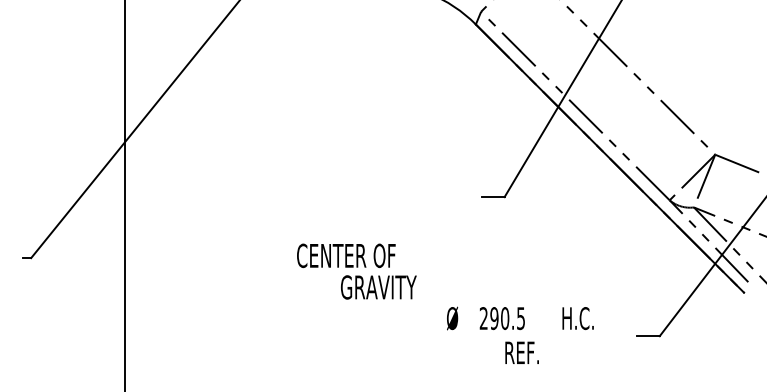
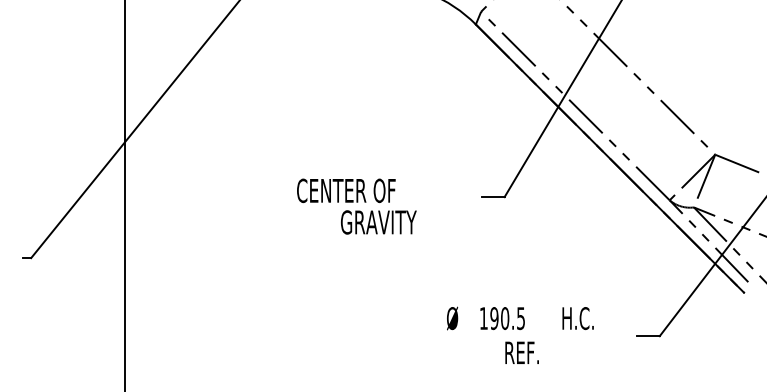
text at (356, 271) position: (356, 271) -> (356, 206)
text at (483, 318): 290.5 -> 190.5
